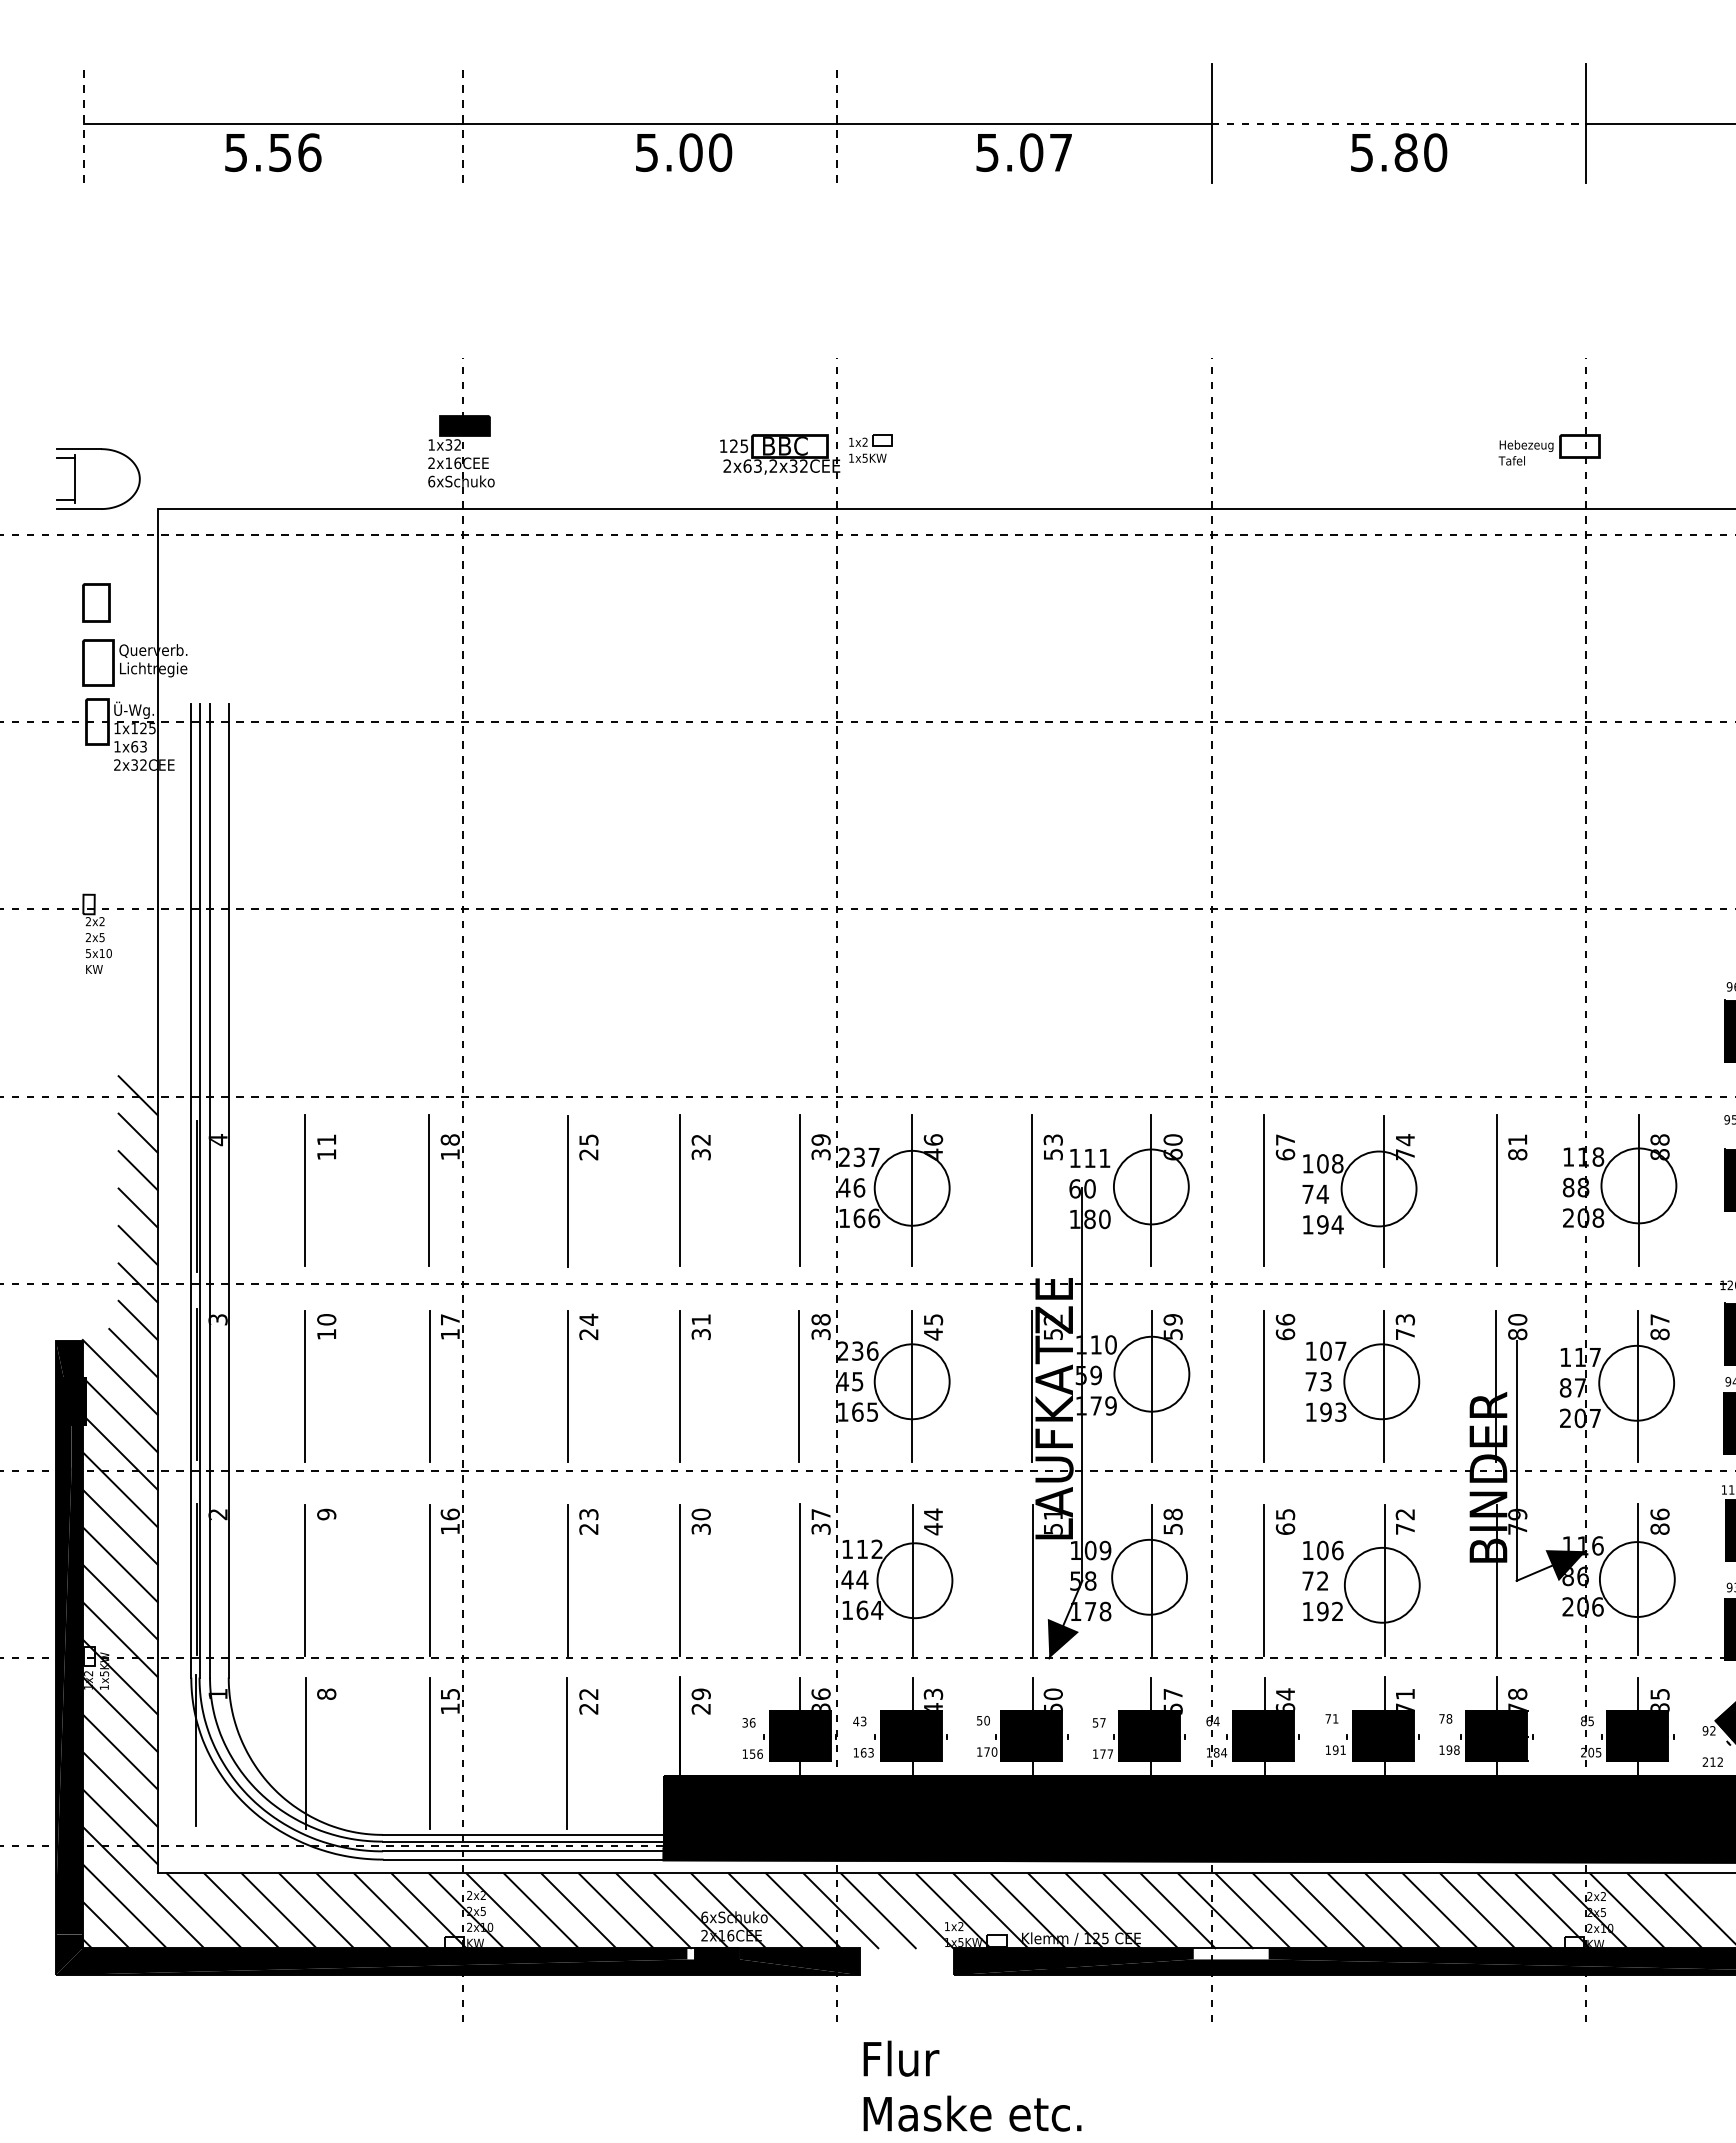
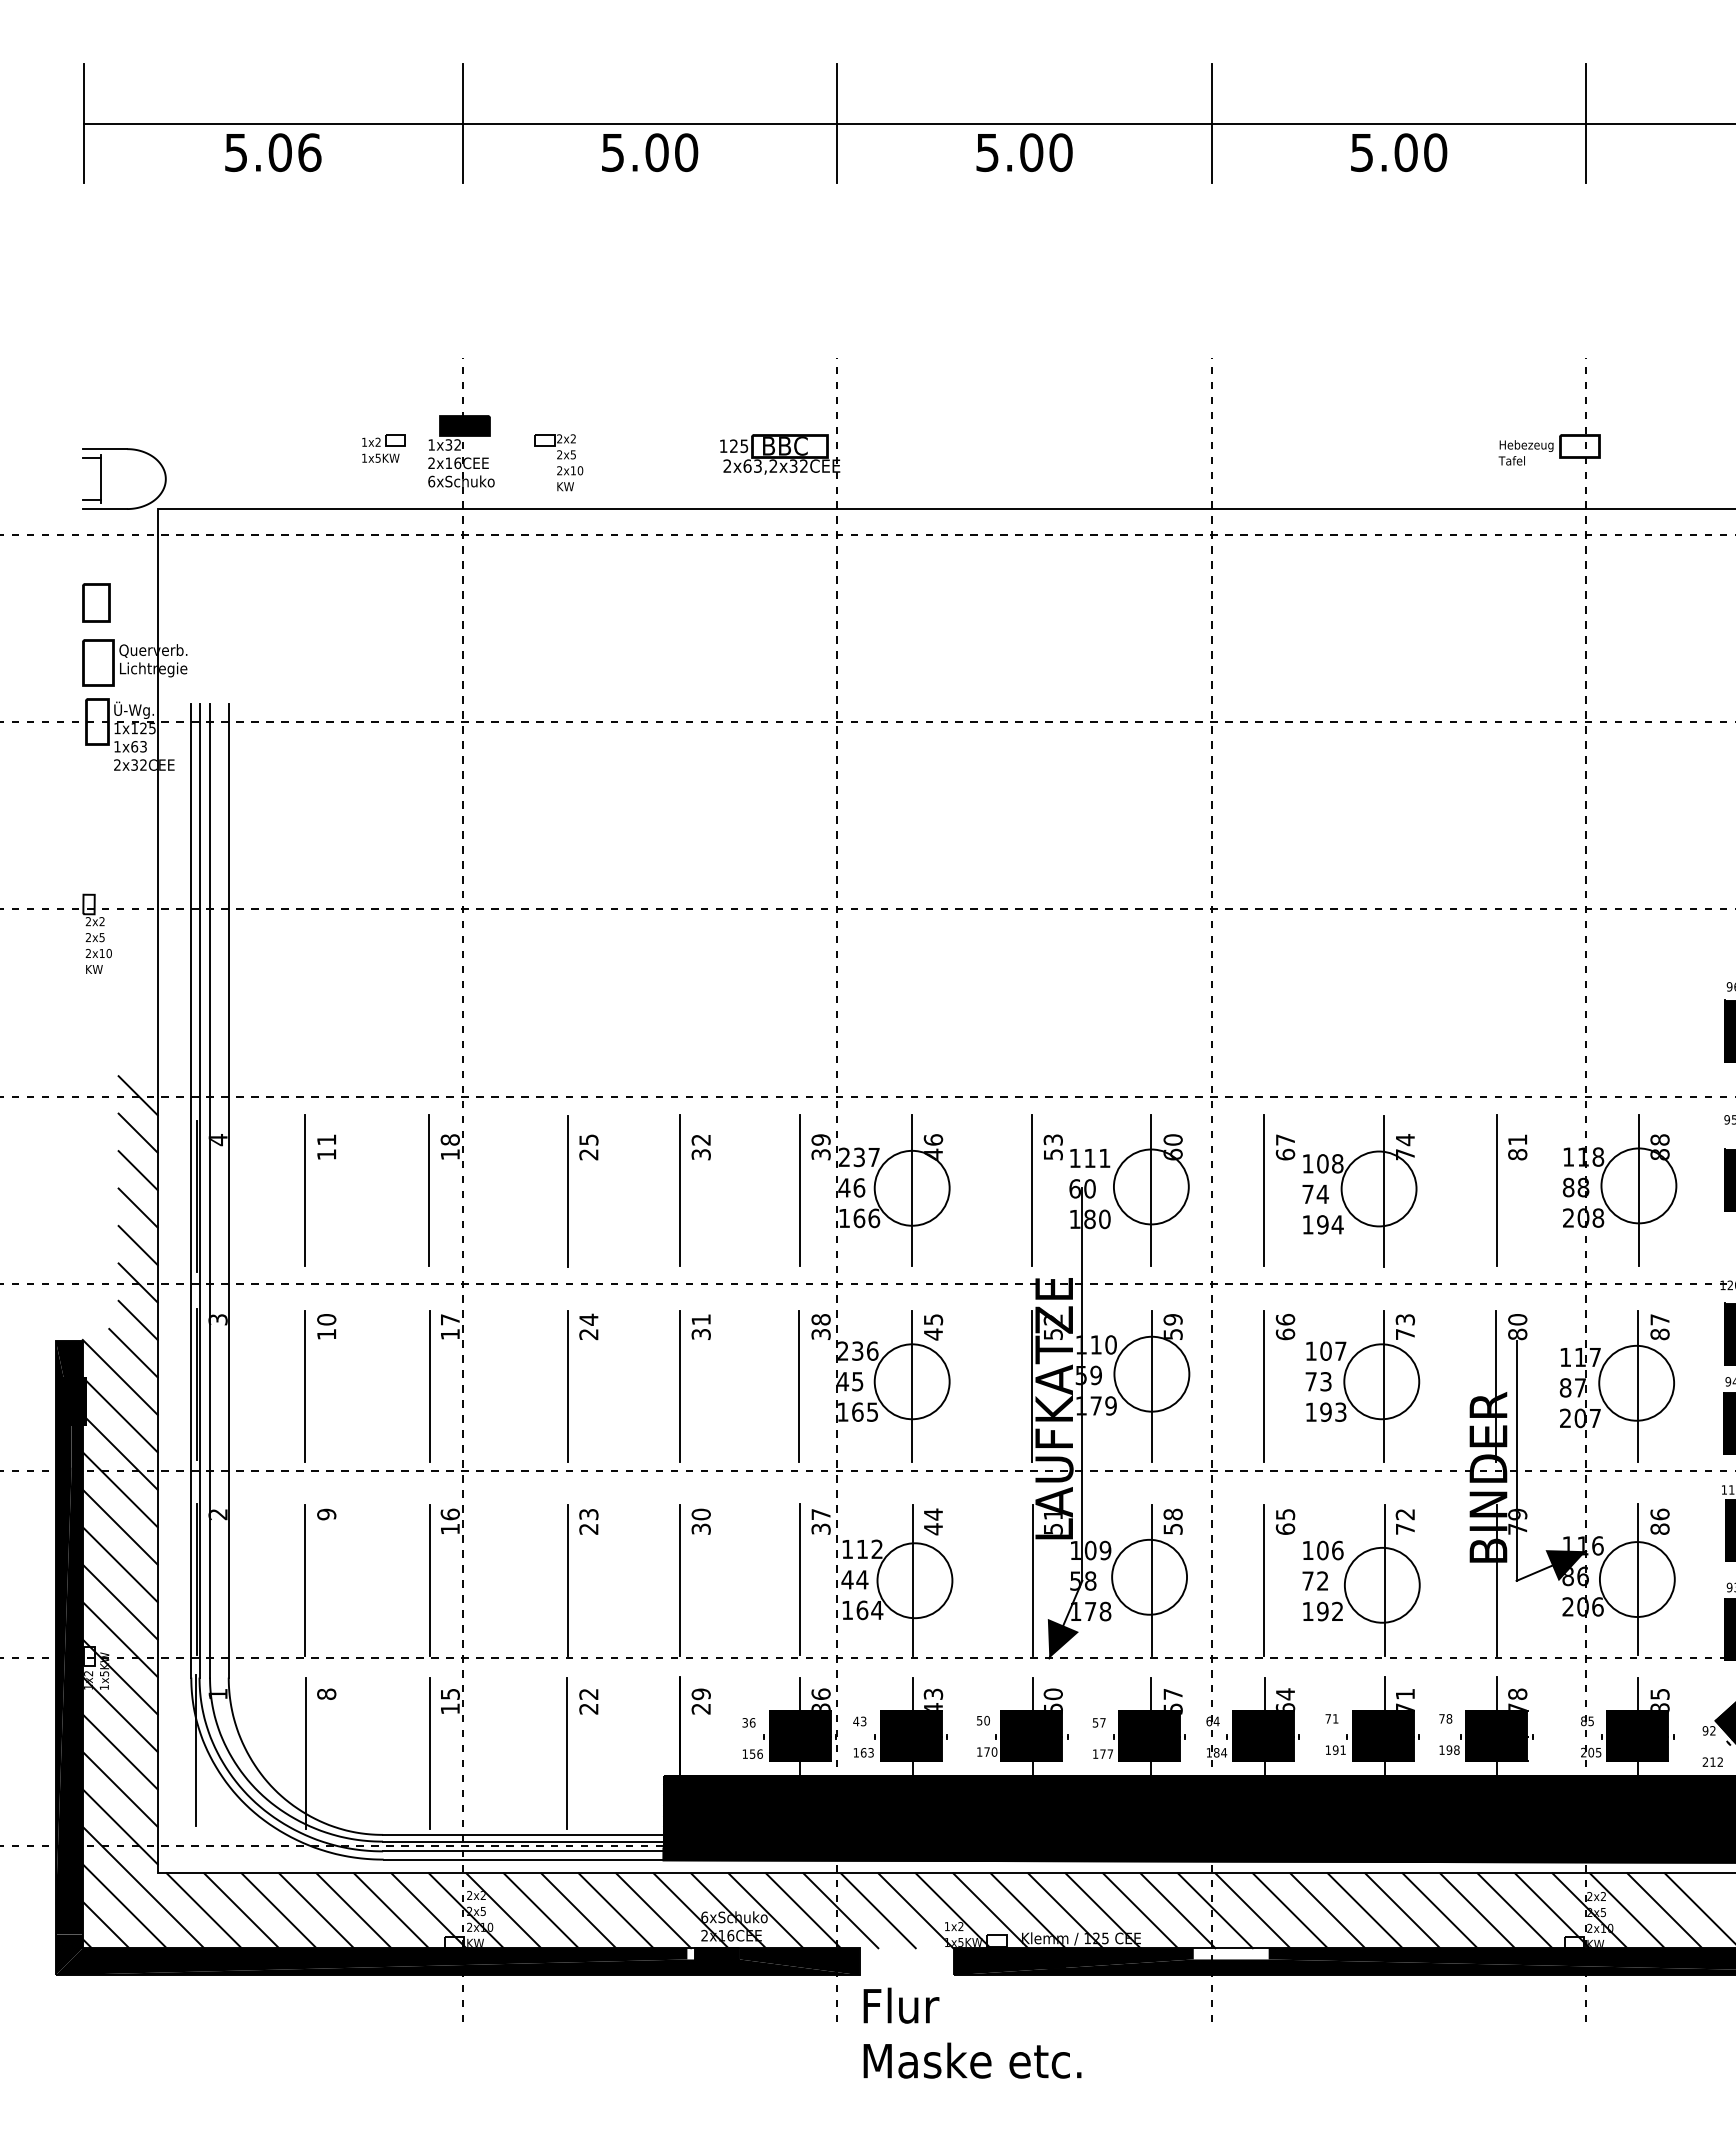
line at (83, 123): dashed -> solid
line at (462, 123): dashed -> solid
line at (837, 123): dashed -> solid
line at (1399, 123): dashed -> solid
text at (279, 152): 5.56 -> 5.06
text at (684, 152) position: (684, 152) -> (650, 152)
text at (1060, 152): 5.07 -> 5.00
text at (1405, 152): 5.80 -> 5.00
part at (870, 448) position: (870, 448) -> (383, 448)
part at (558, 462): none -> present
part at (75, 478) position: (75, 478) -> (101, 478)
text at (88, 953): 5x10 -> 2x10
text at (972, 2085) position: (972, 2085) -> (972, 2032)
